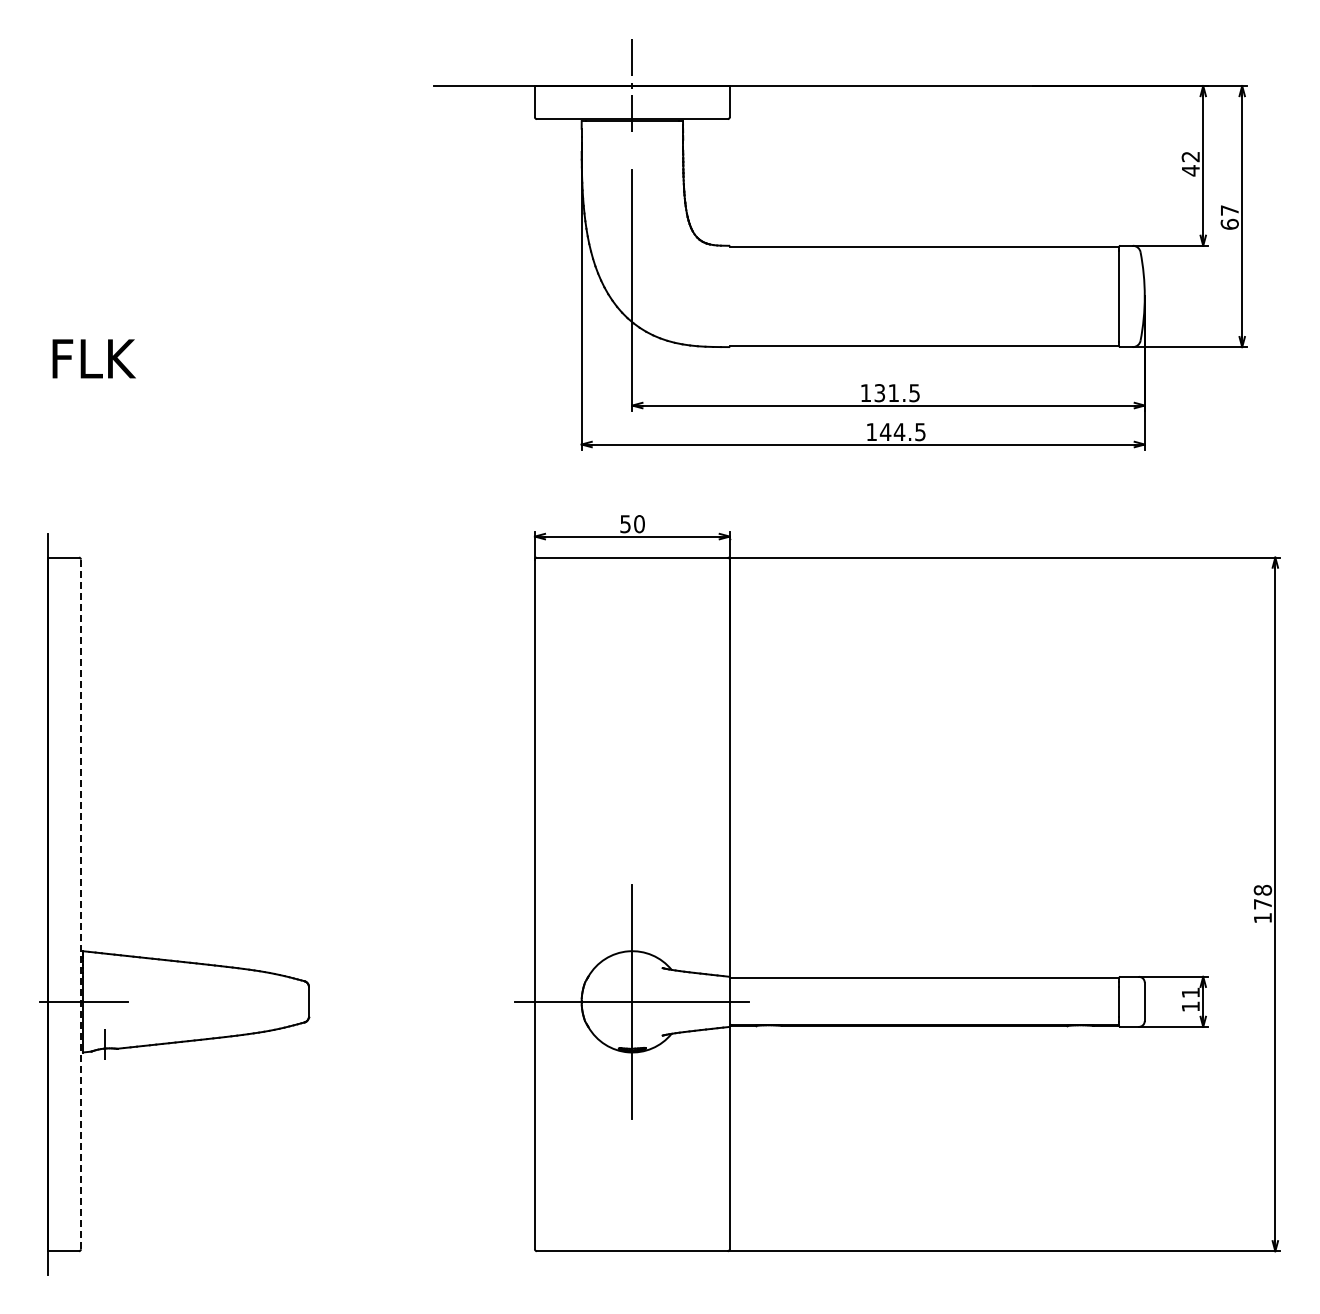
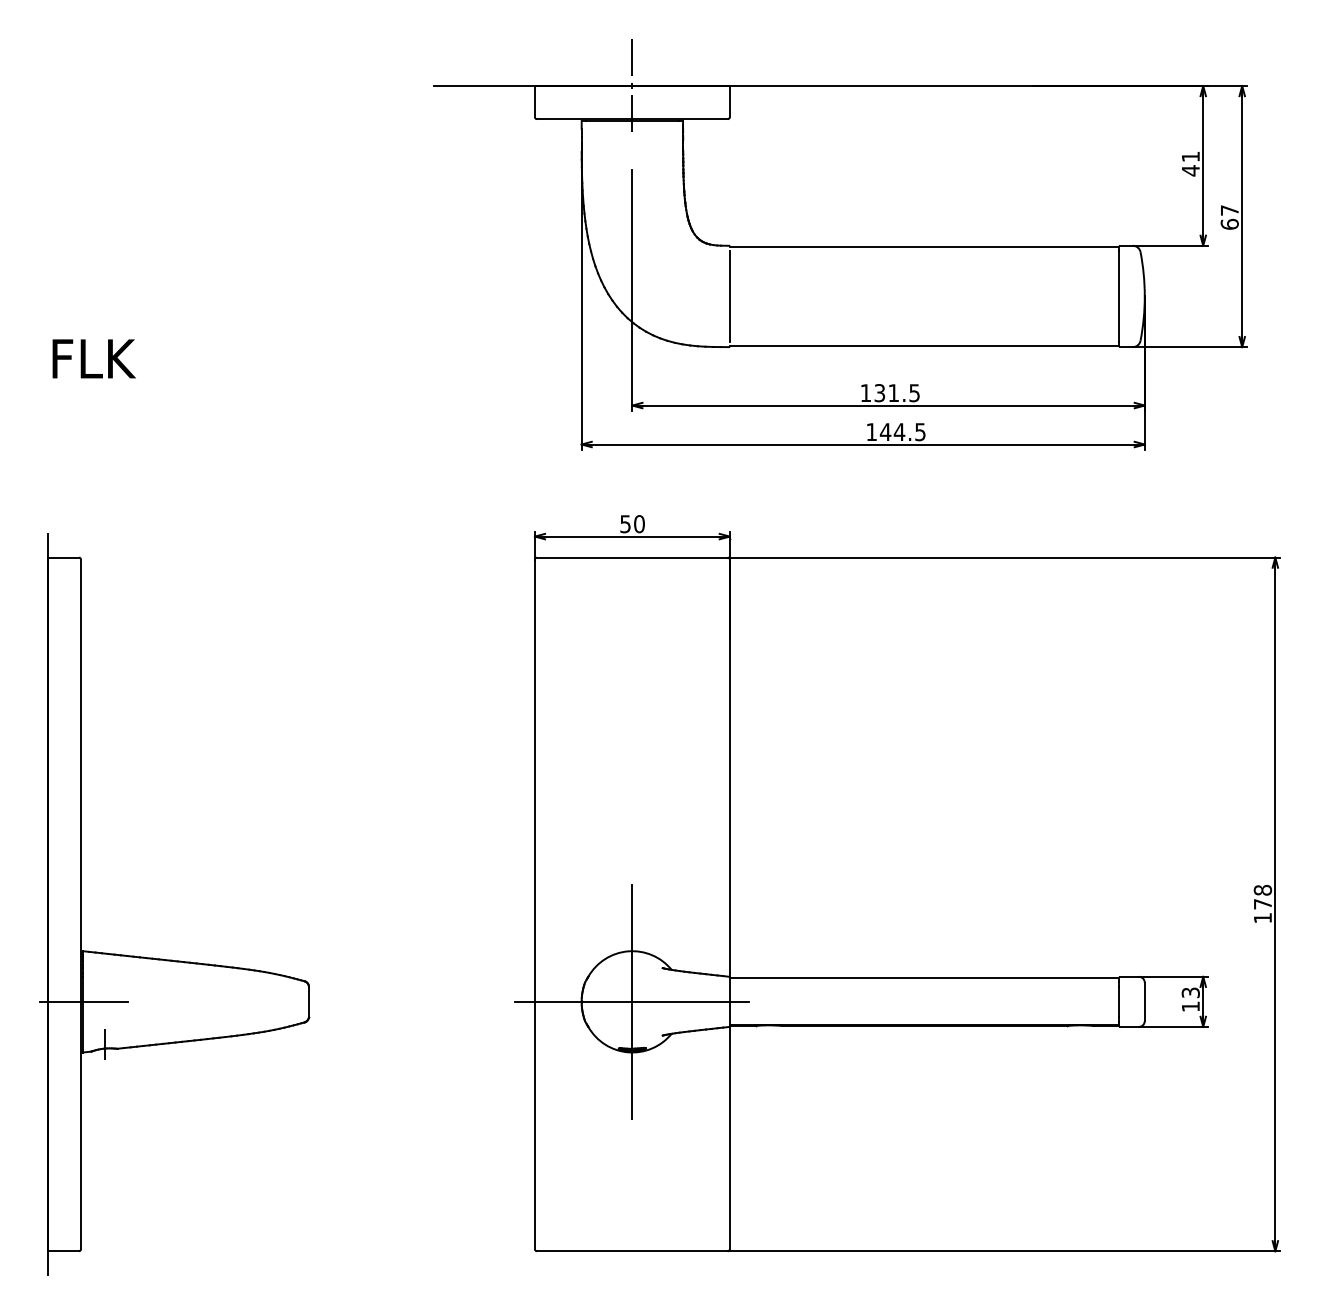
text at (1190, 156): 42 -> 41
line at (729, 296): none -> present
line at (80, 904): dashed -> solid
text at (1190, 992): 11 -> 13
